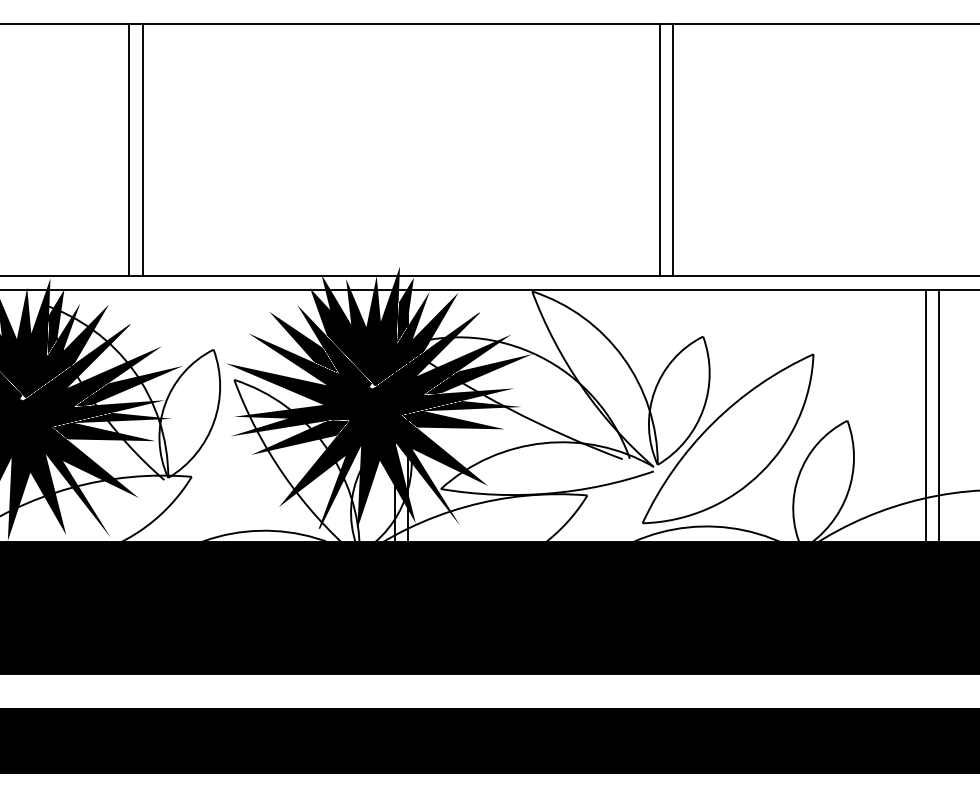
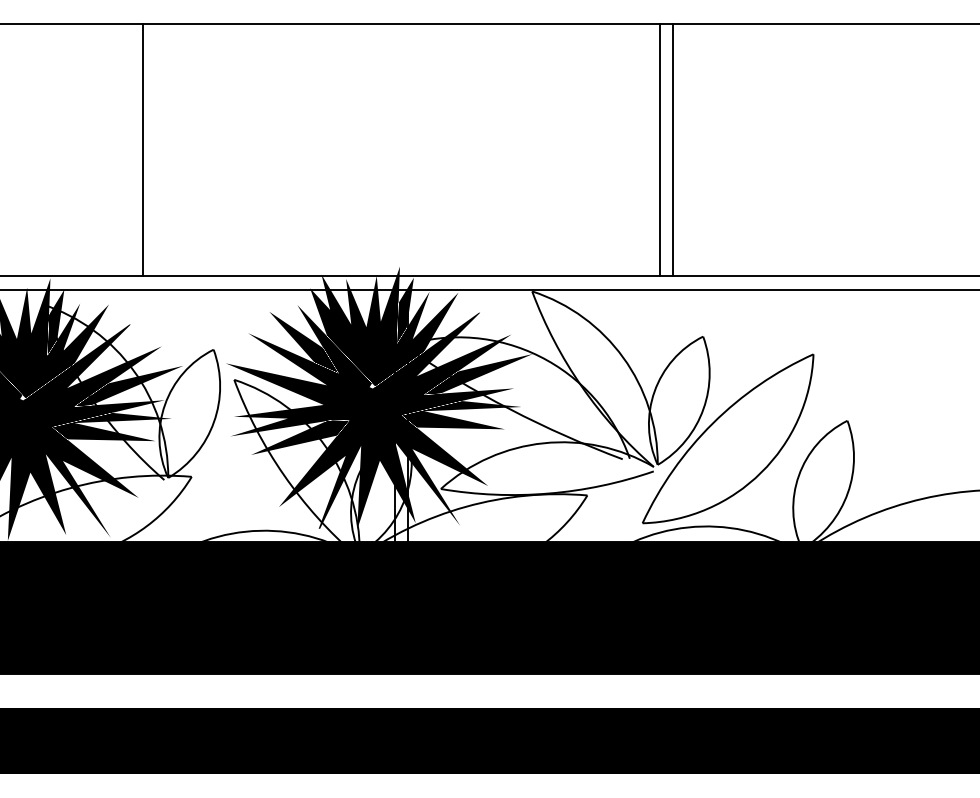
line at (129, 150): present -> none
line at (925, 415): present -> none
line at (938, 415): present -> none
